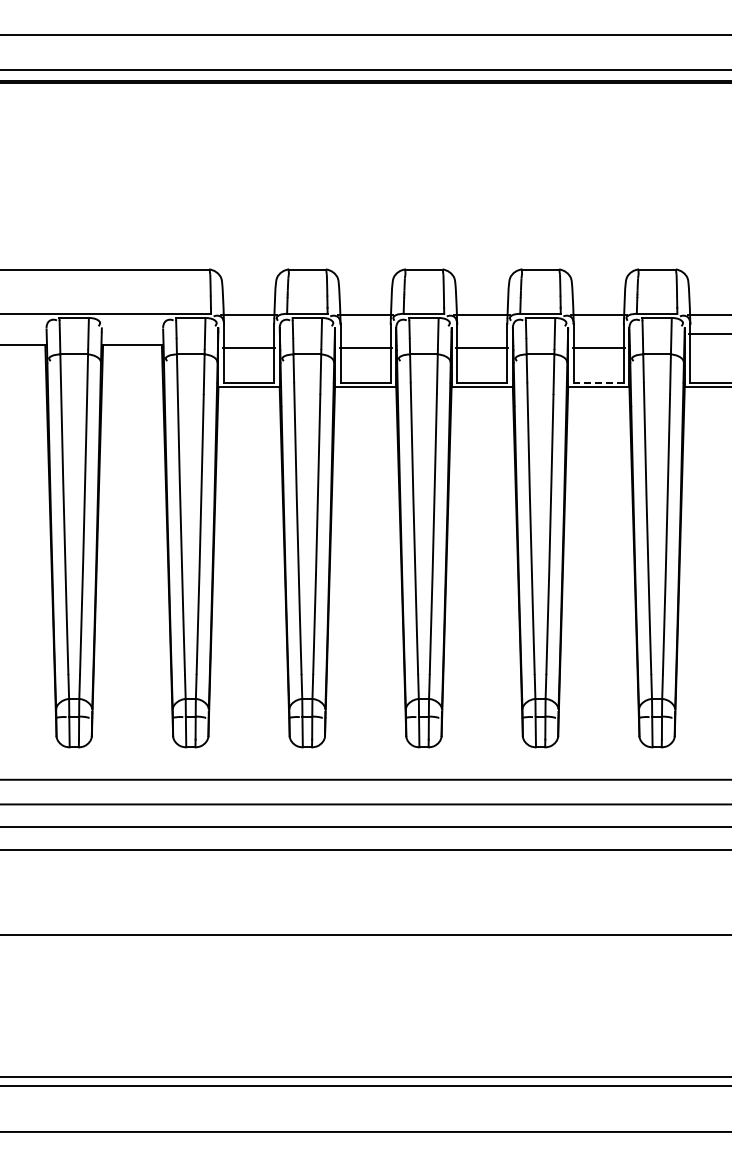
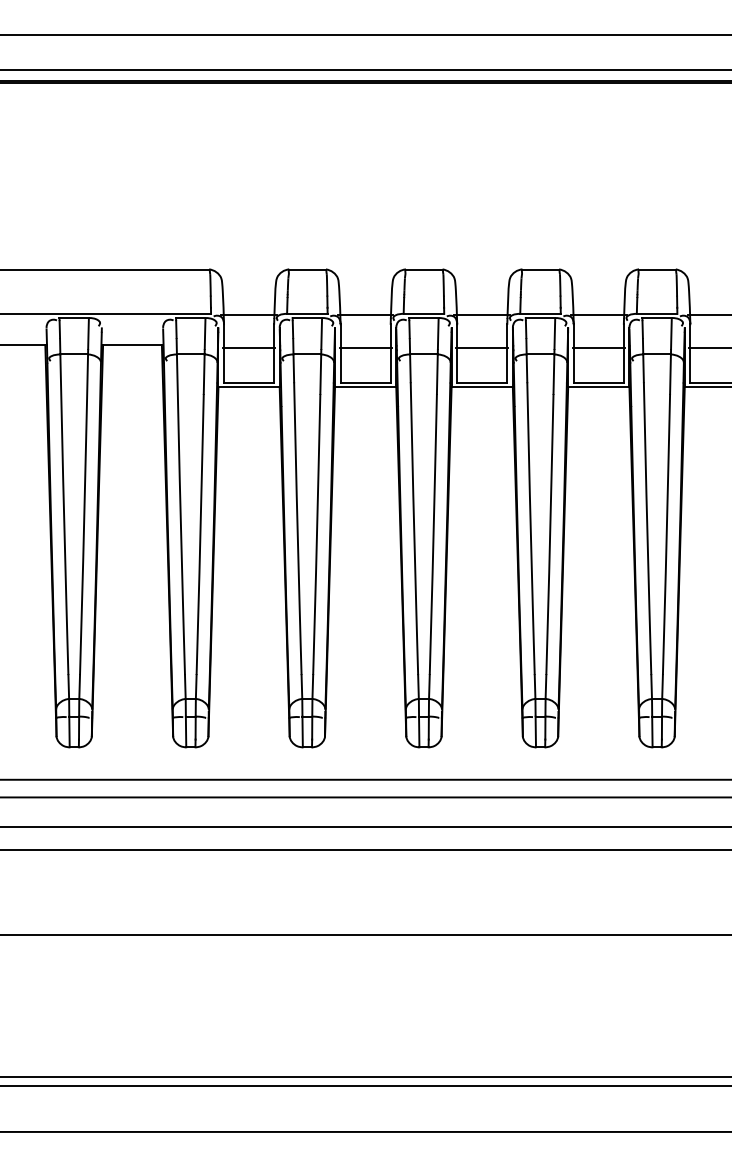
line at (708, 333) position: (708, 333) -> (708, 347)
line at (598, 382): dashed -> solid
line at (365, 804) position: (365, 804) -> (365, 797)
